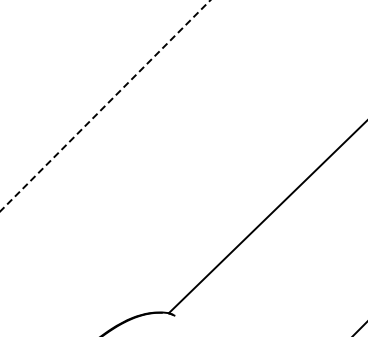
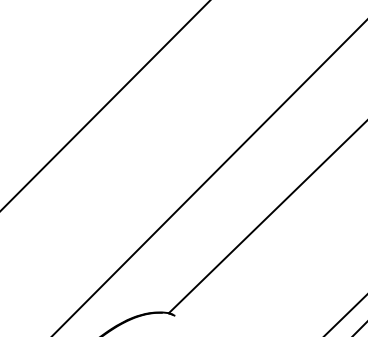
line at (105, 105): dashed -> solid
line at (209, 177): none -> present
line at (345, 315): none -> present
